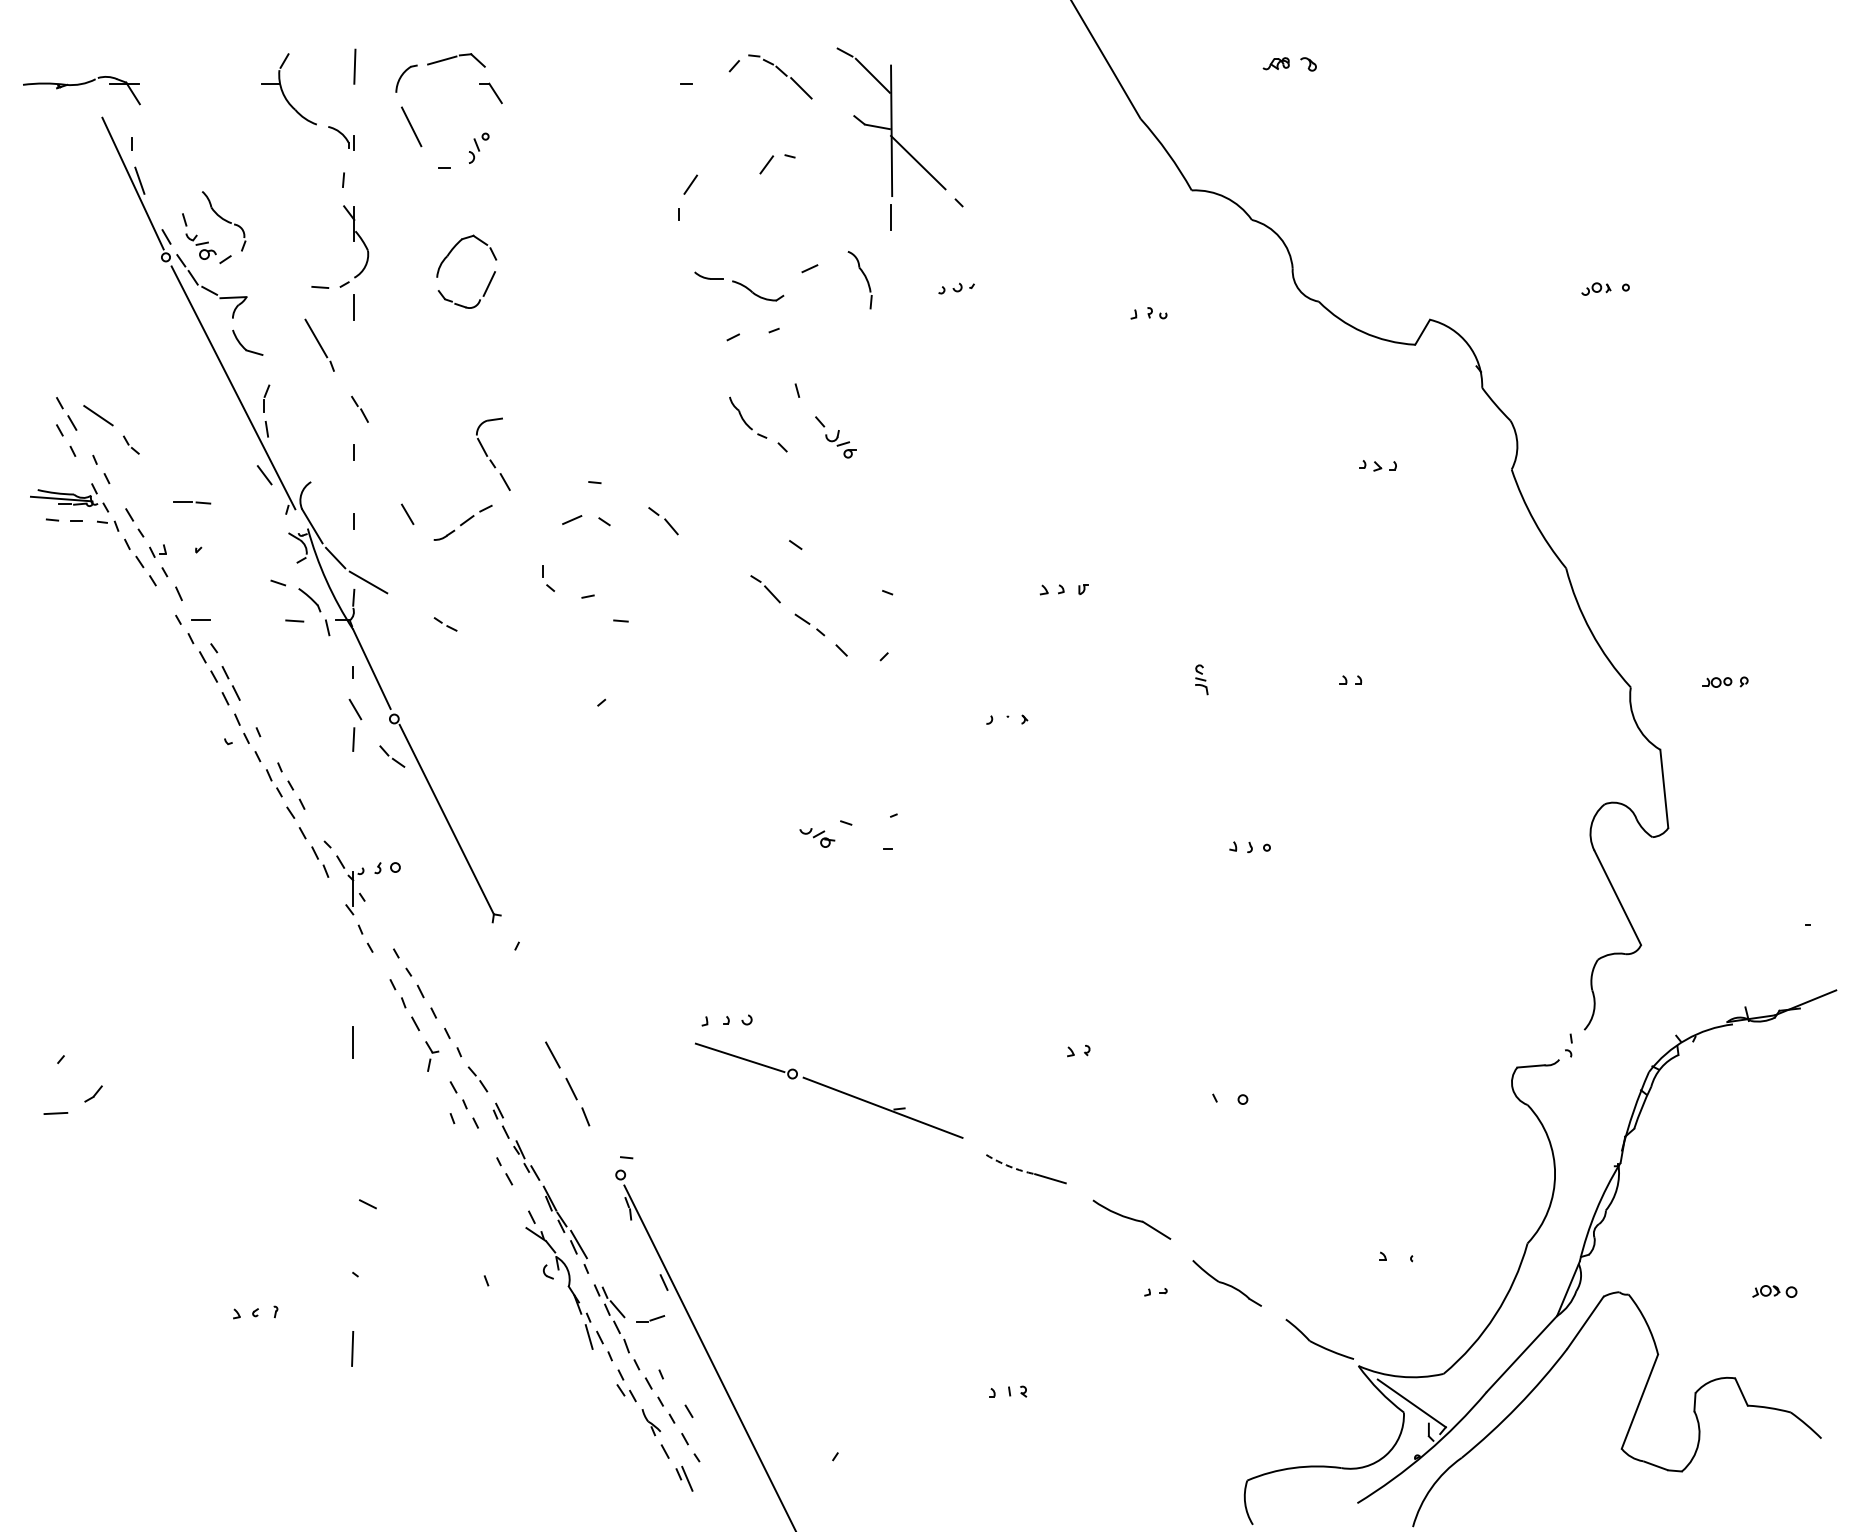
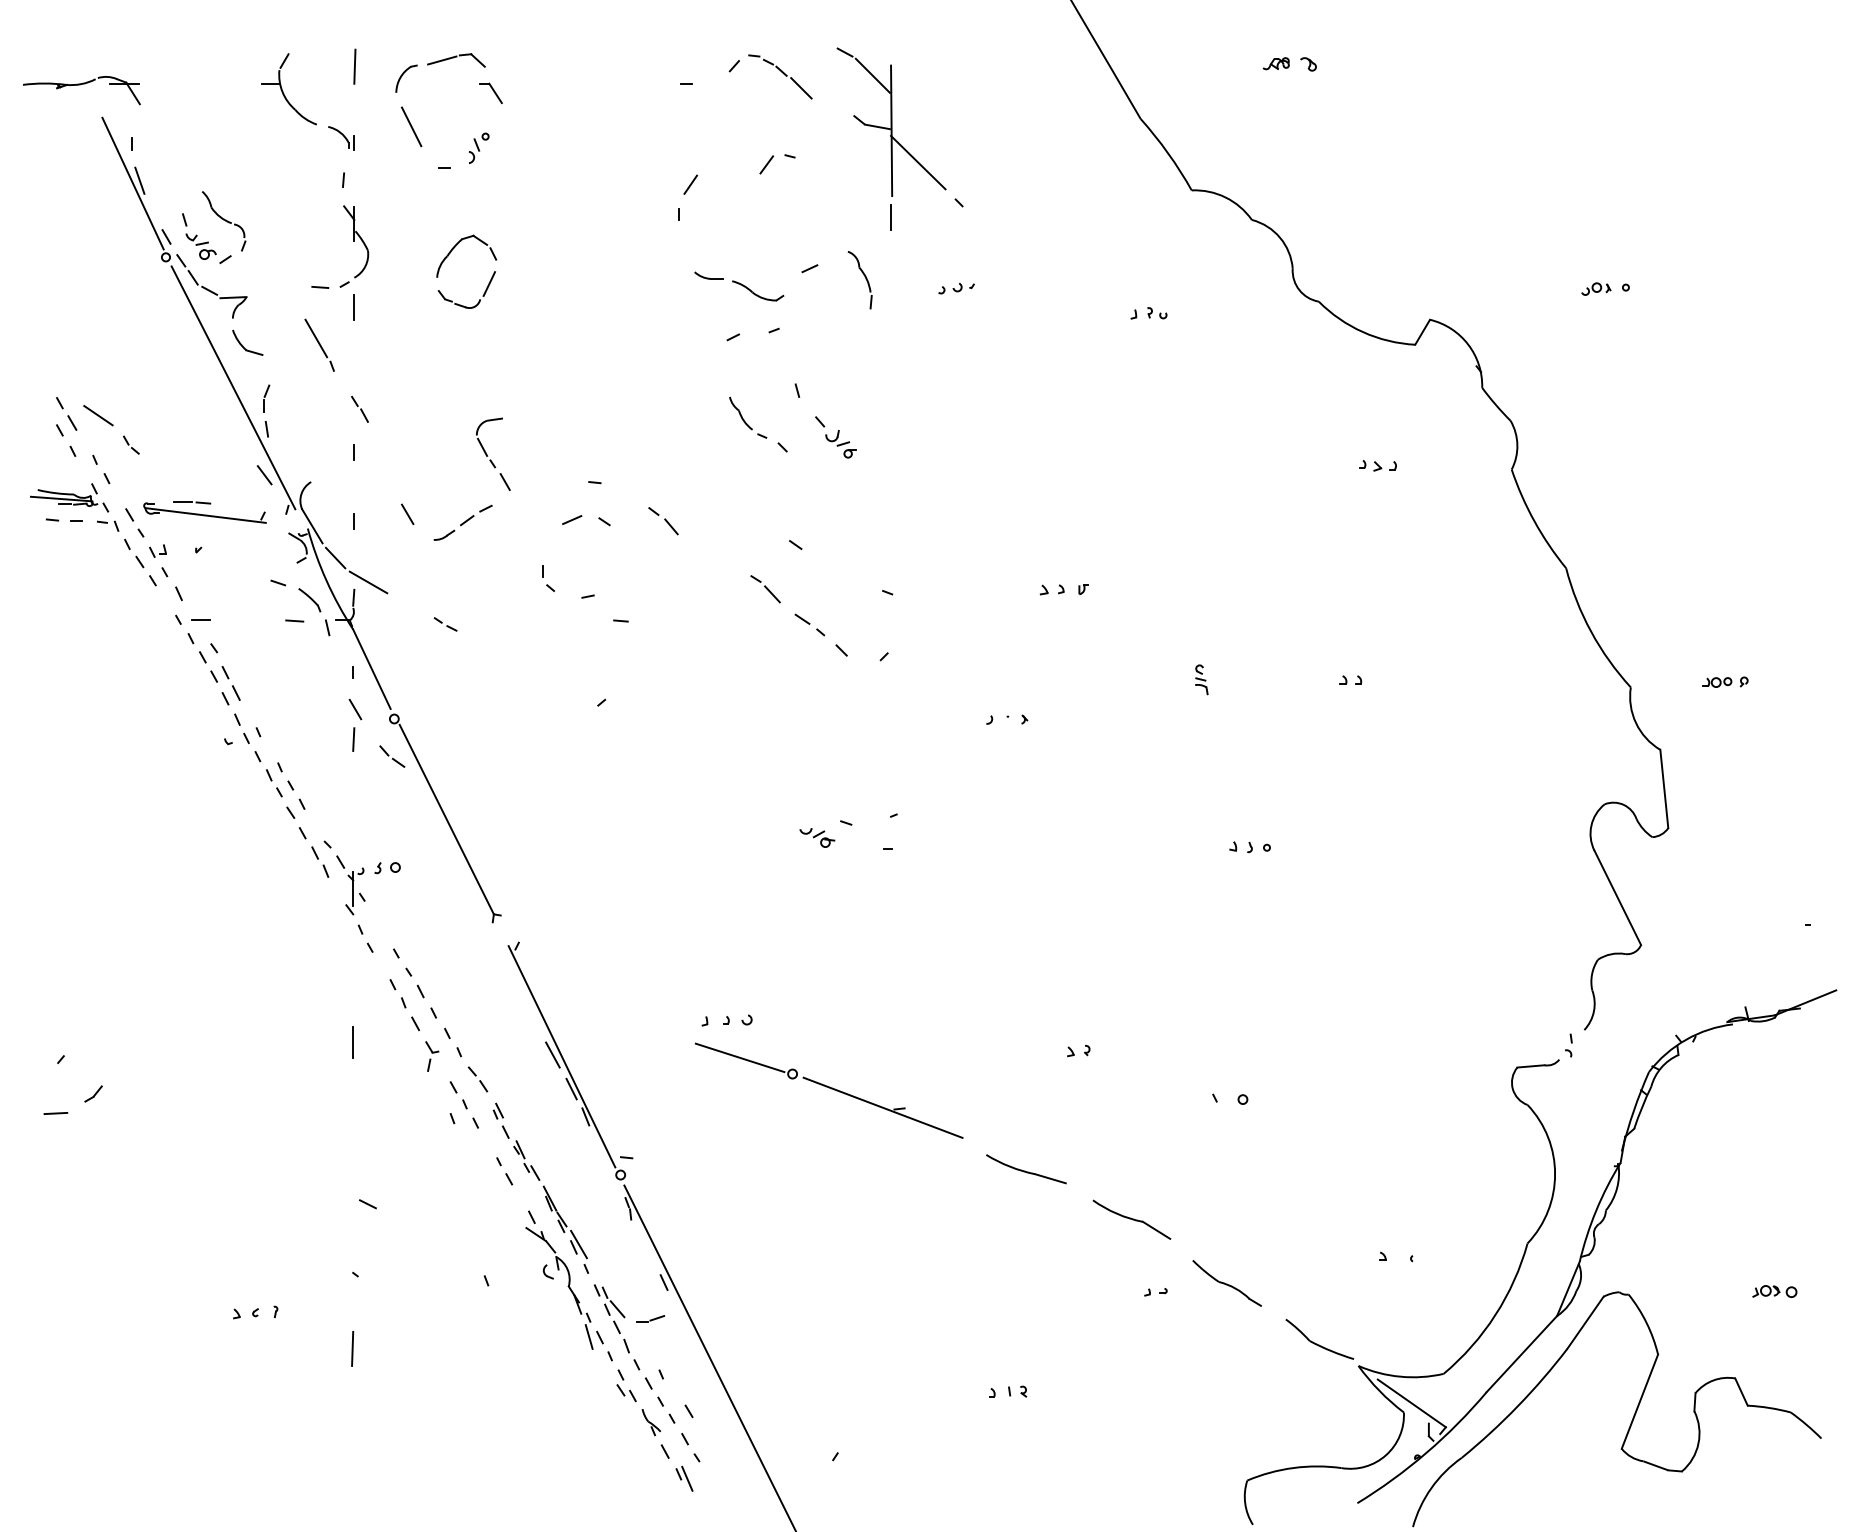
part at (204, 512): none -> present
line at (561, 1056): none -> present
arc at (1009, 1166): dashed -> solid
